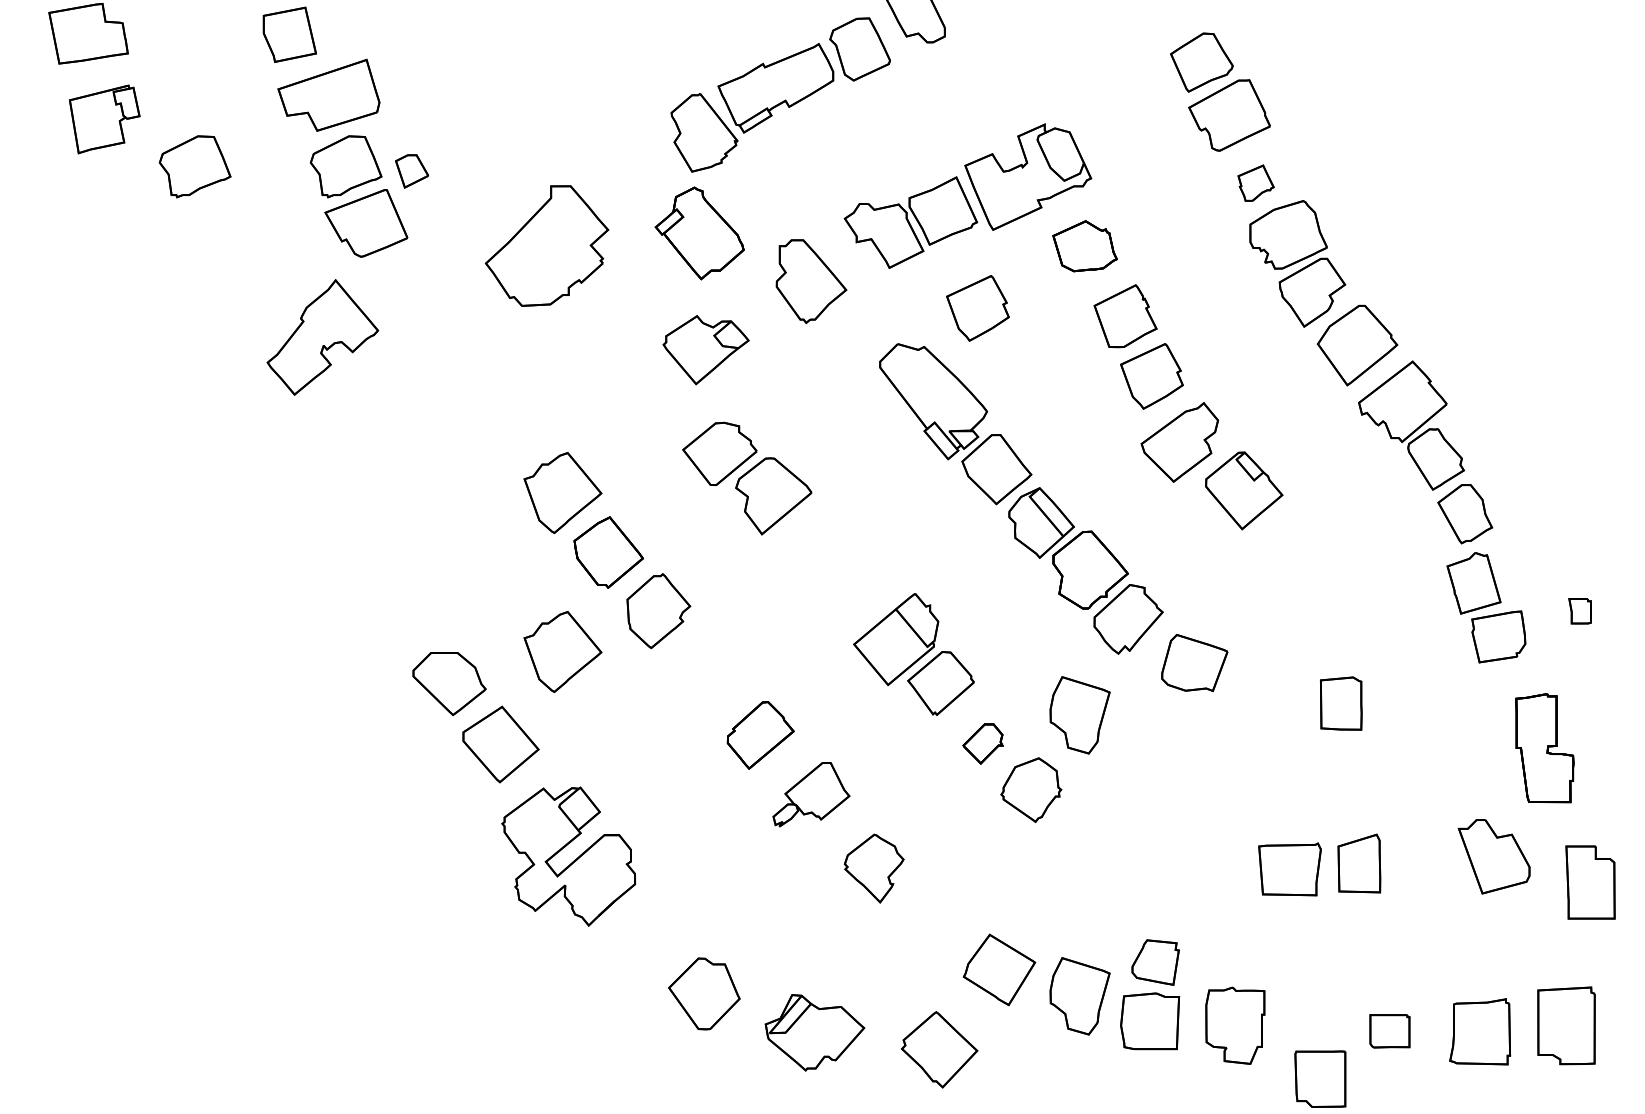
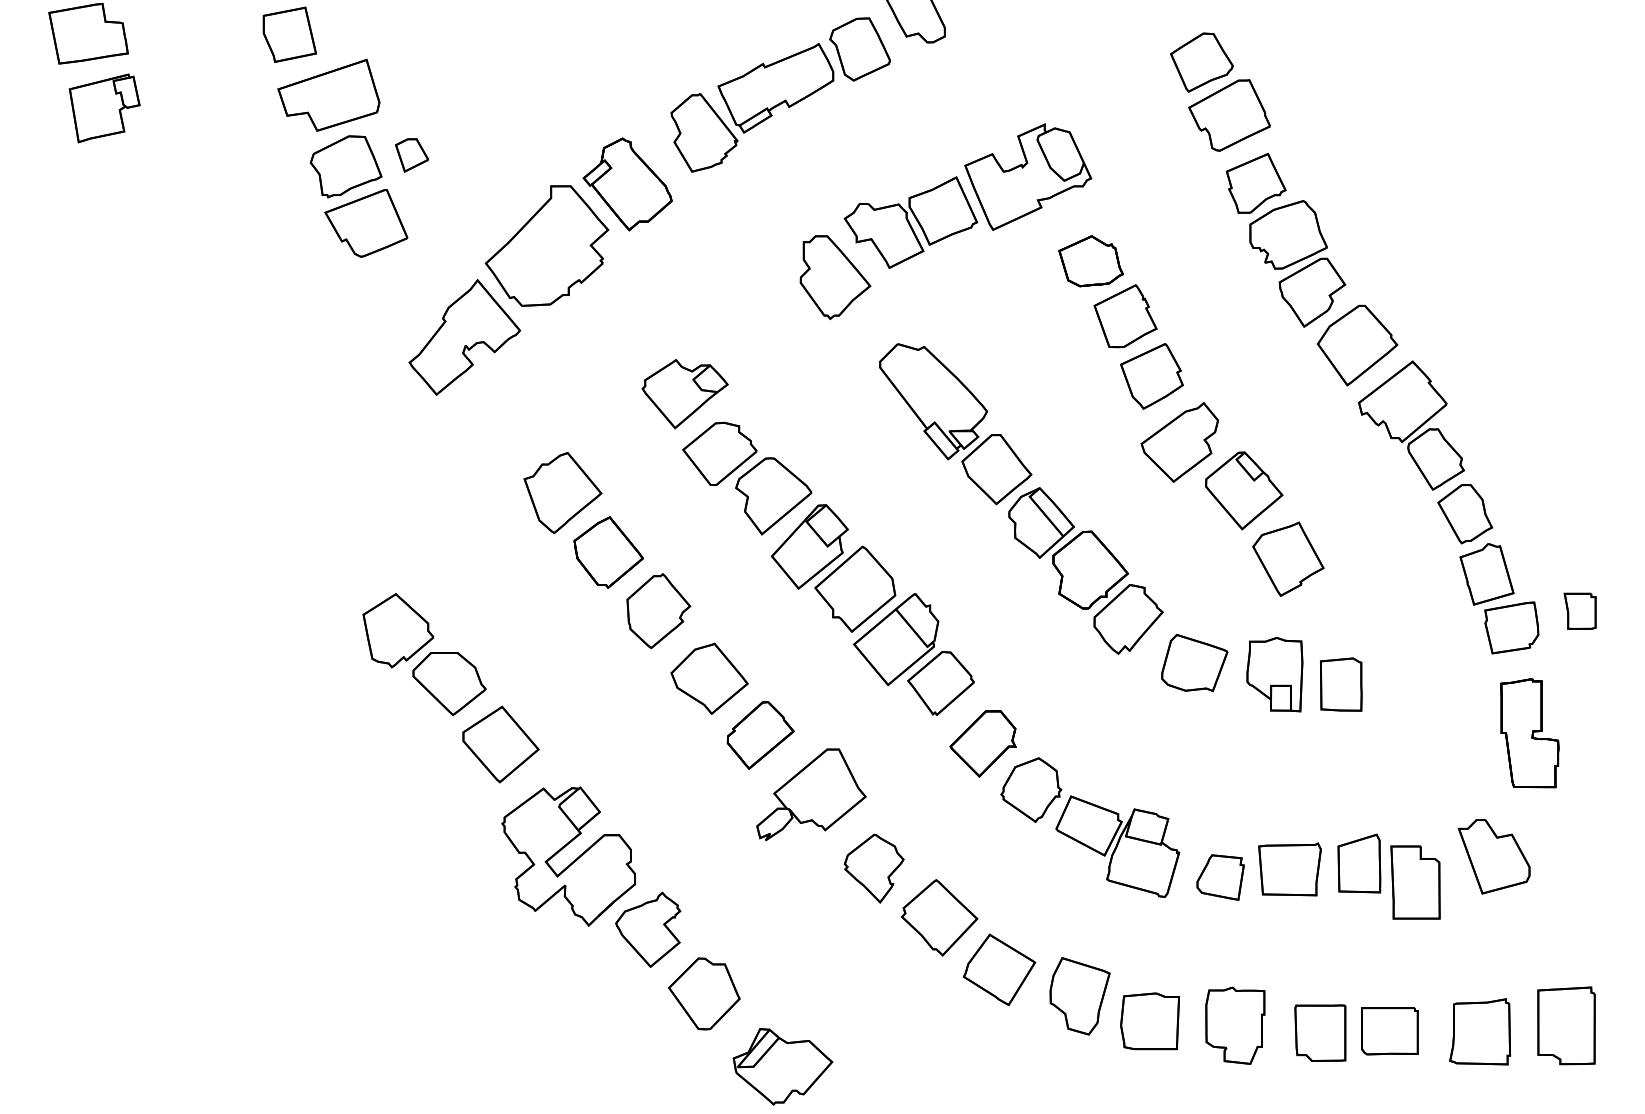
part at (104, 119) position: (104, 119) -> (104, 108)
part at (194, 166): present -> none
part at (411, 171) position: (411, 171) -> (411, 155)
part at (1255, 182) size: 38x38 px -> 62x62 px
part at (699, 233) position: (699, 233) -> (627, 184)
part at (1084, 246) position: (1084, 246) -> (1090, 261)
part at (811, 281) position: (811, 281) -> (835, 277)
part at (977, 308): present -> none
part at (322, 337) position: (322, 337) -> (464, 337)
part at (705, 350) position: (705, 350) -> (684, 394)
part at (1288, 558): none -> present
part at (833, 568): none -> present
part at (1486, 607) position: (1486, 607) -> (1499, 598)
part at (1579, 611) size: 24x27 px -> 34x38 px
part at (398, 630): none -> present
part at (562, 651): present -> none
part at (1274, 674): none -> present
part at (709, 678): none -> present
part at (1341, 703) position: (1341, 703) -> (1341, 684)
part at (1079, 715): present -> none
part at (982, 743) size: 42x42 px -> 68x68 px
part at (1544, 748) position: (1544, 748) -> (1529, 733)
part at (811, 794) size: 79x66 px -> 111x93 px
part at (1117, 846): none -> present
part at (1590, 882) position: (1590, 882) -> (1415, 882)
part at (648, 929): none -> present
part at (1155, 962) position: (1155, 962) -> (1220, 877)
part at (1389, 1031) size: 42x35 px -> 58x49 px
part at (814, 1032) position: (814, 1032) -> (782, 1066)
part at (939, 1049) position: (939, 1049) -> (939, 917)
part at (1320, 1078) position: (1320, 1078) -> (1320, 1032)
